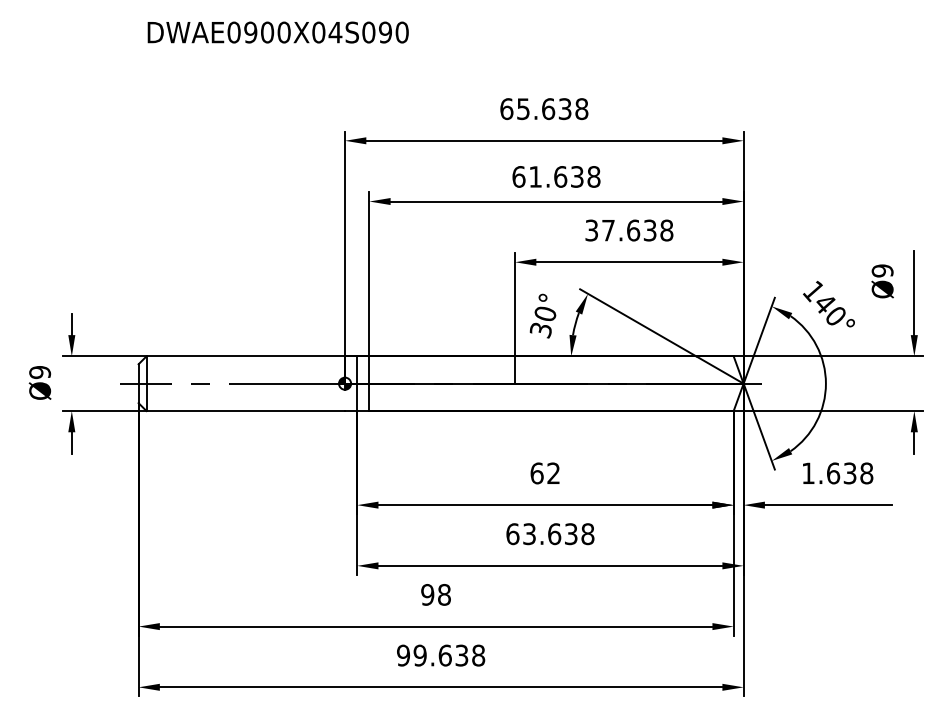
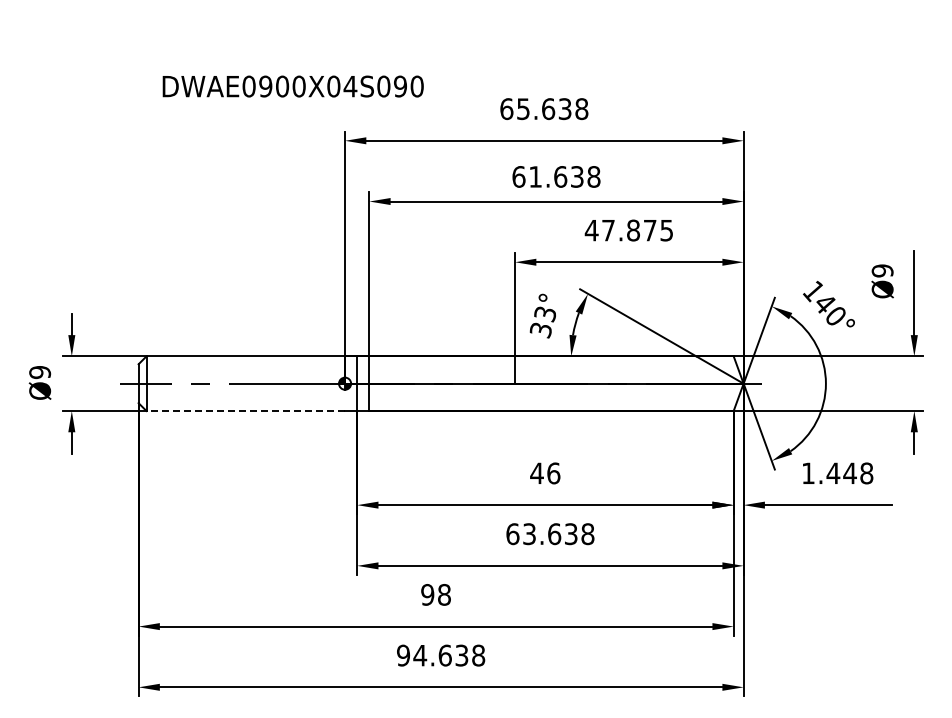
text at (277, 32) position: (277, 32) -> (292, 86)
text at (628, 230): 37.638 -> 47.875
text at (545, 314): 30° -> 33°
line at (245, 411): solid -> dashed
text at (545, 473): 62 -> 46
text at (841, 473): 1.638 -> 1.448
text at (420, 655): 99.638 -> 94.638
